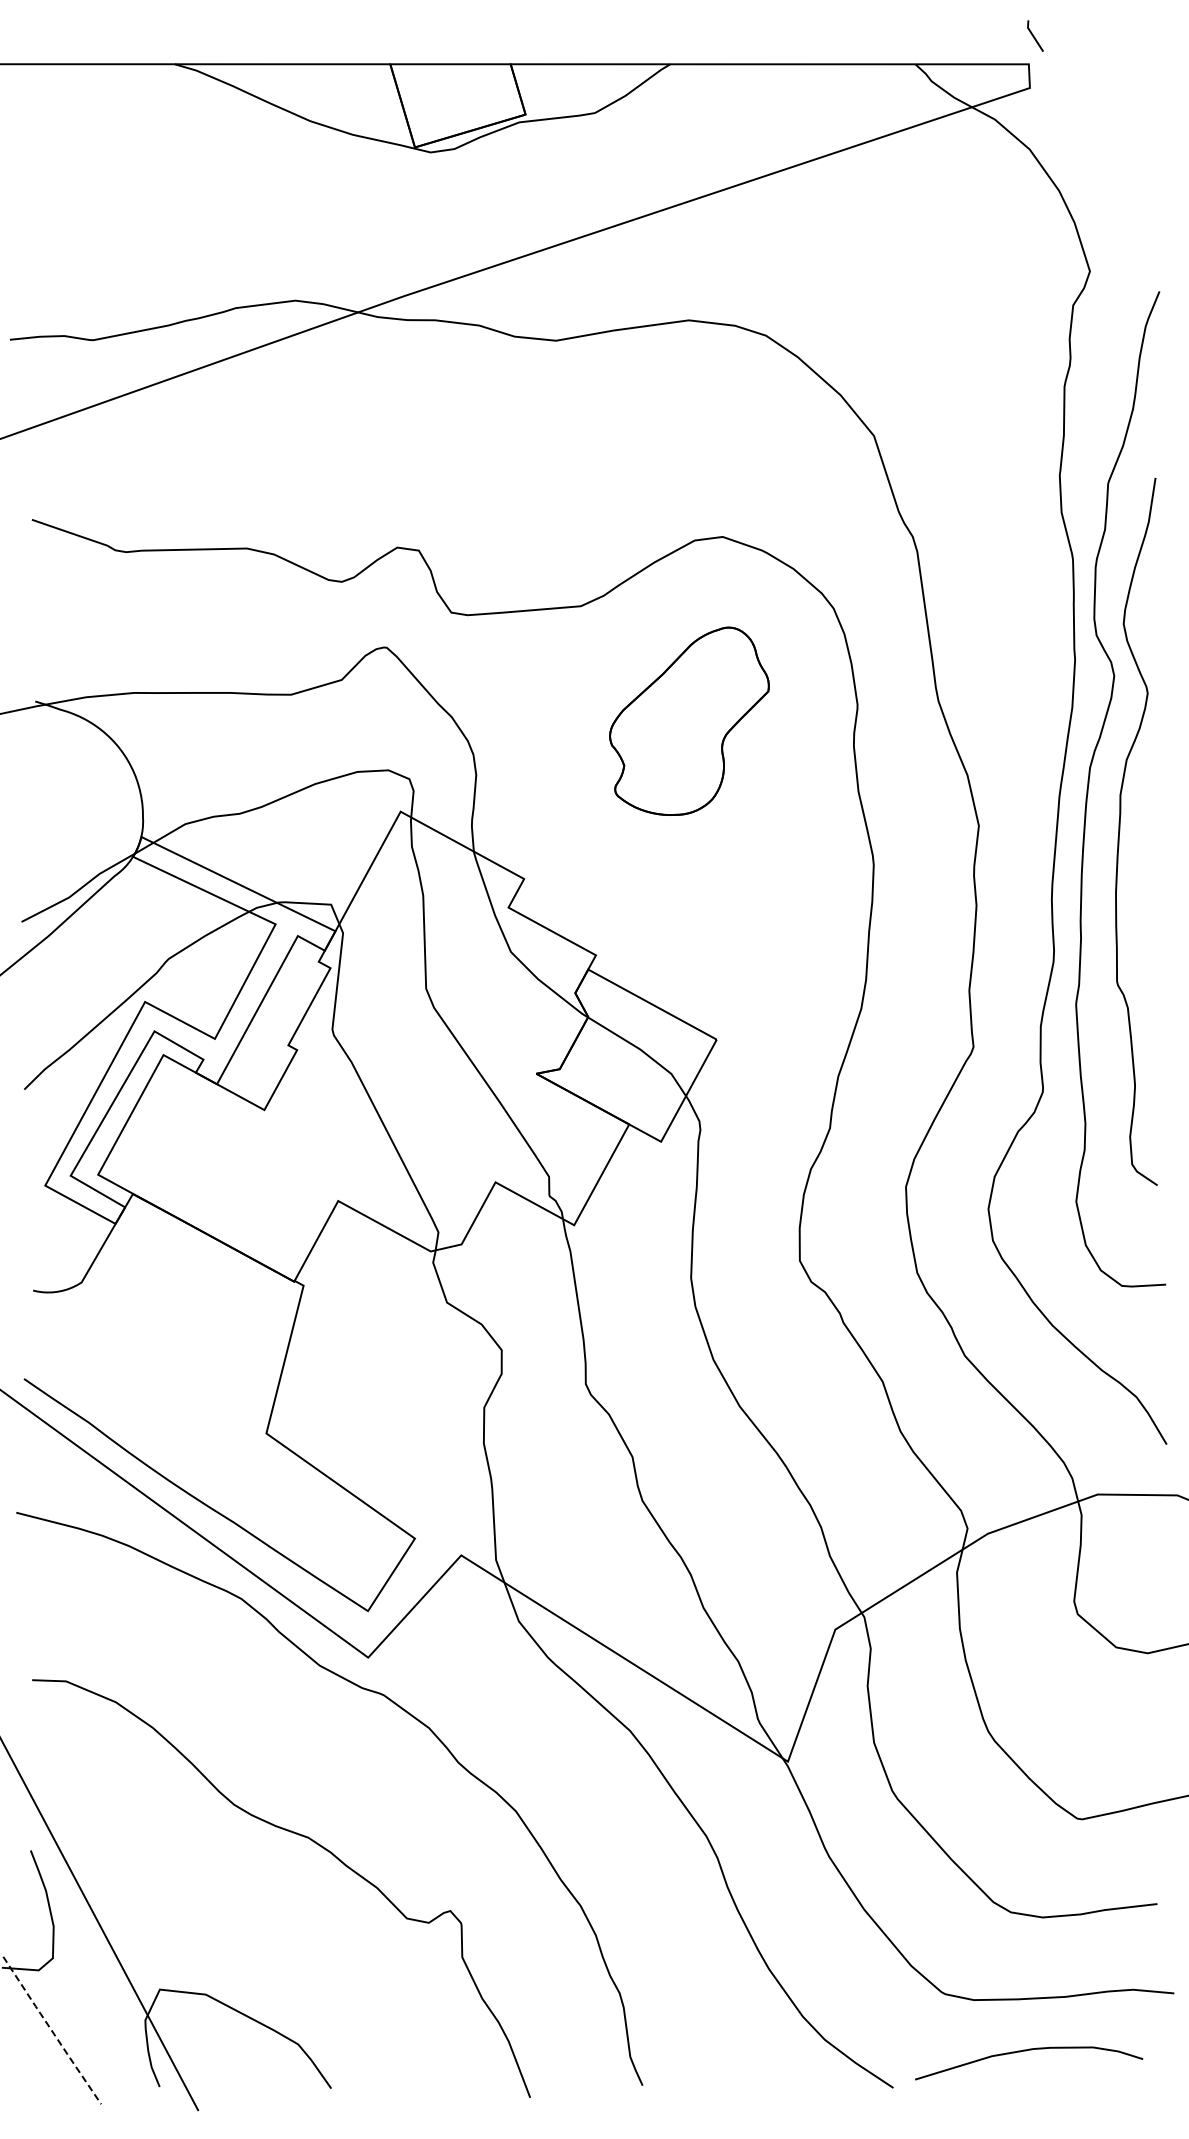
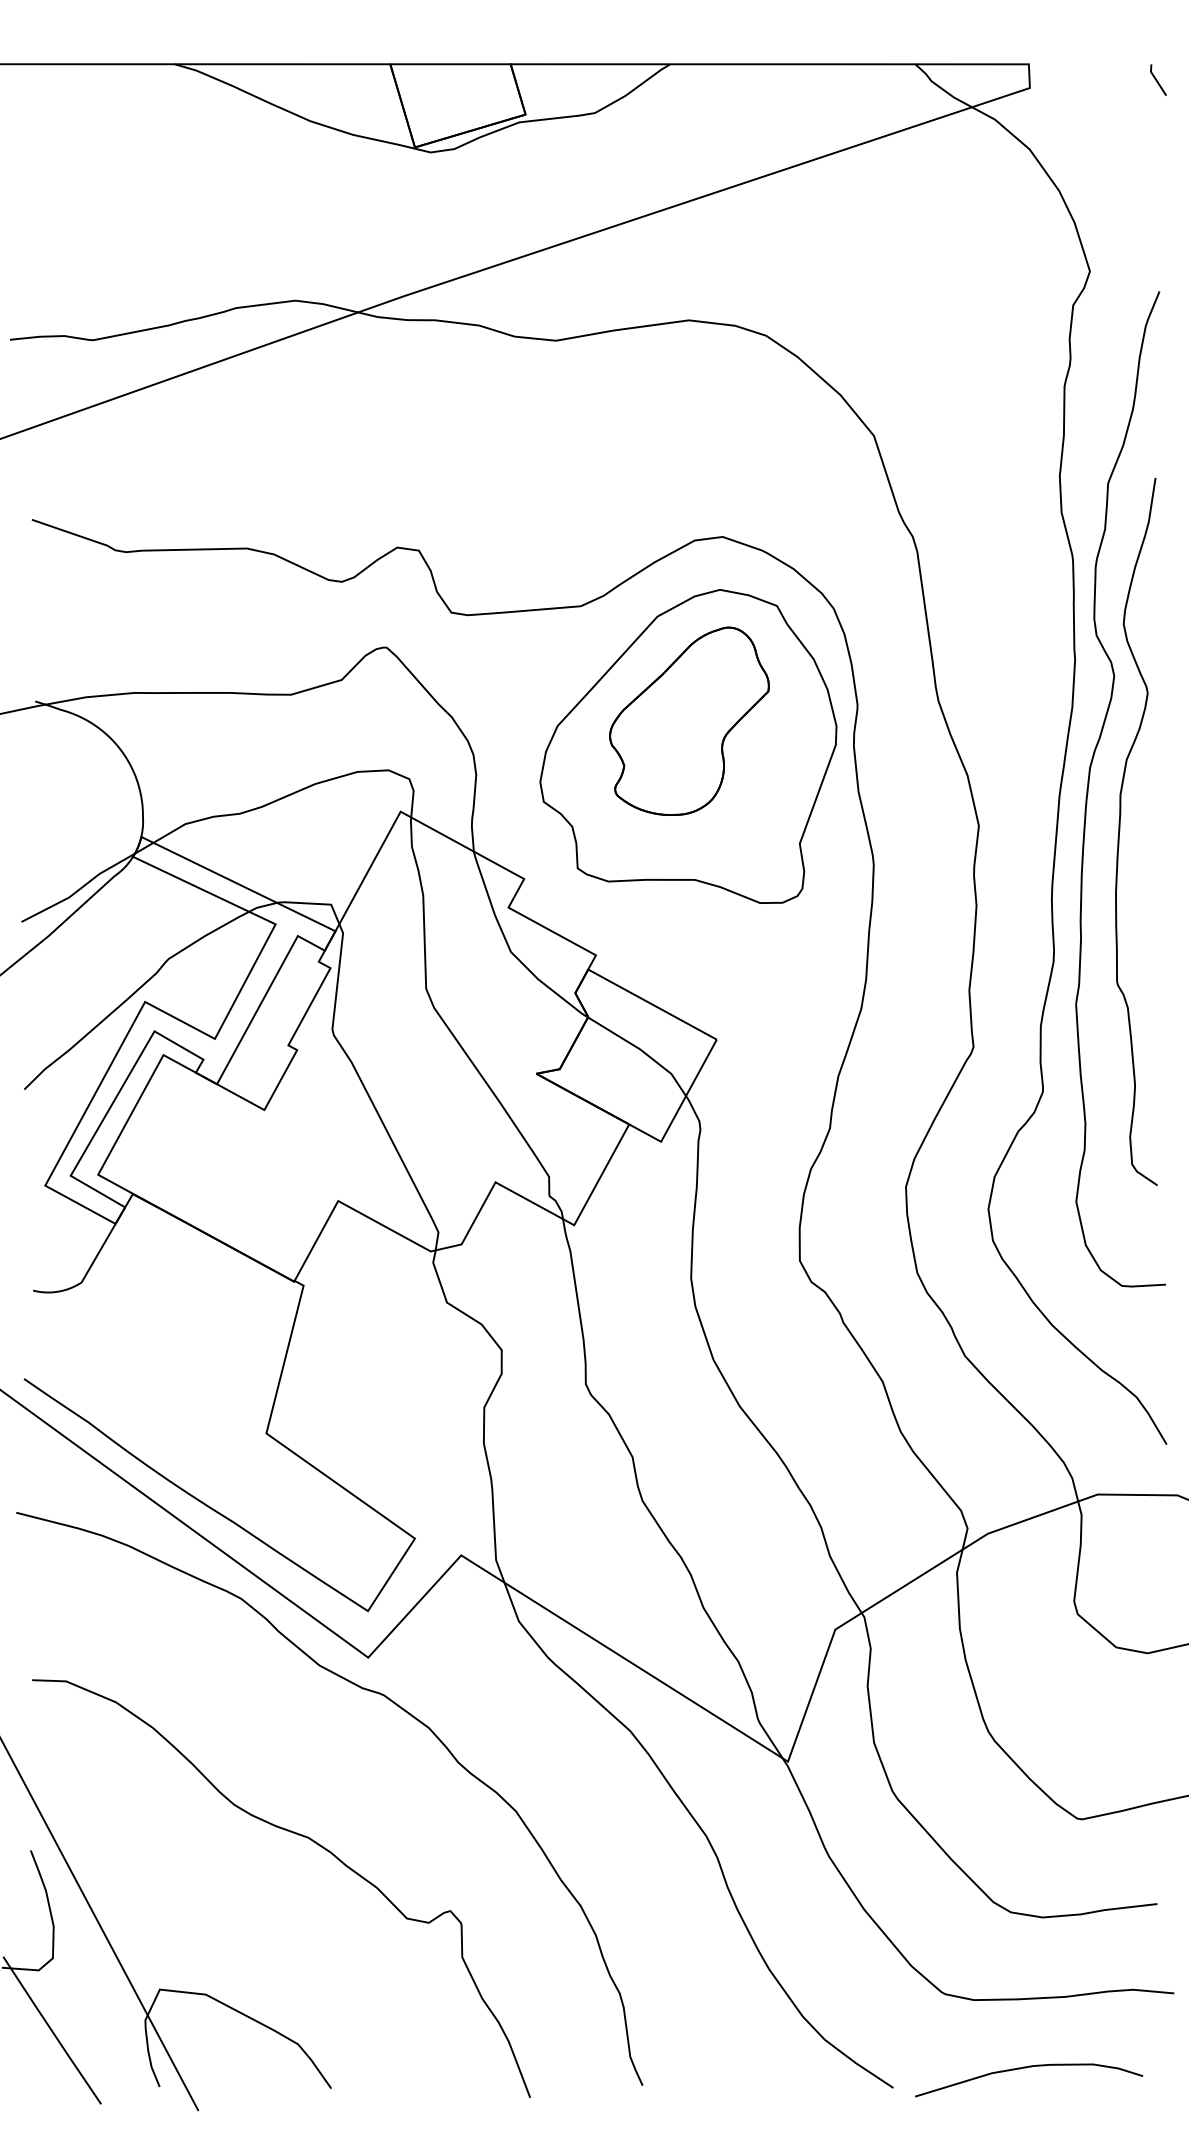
line at (1034, 36) position: (1034, 36) -> (1157, 80)
part at (688, 746): none -> present
line at (52, 2031): dashed -> solid
curve at (1026, 2051) position: (1026, 2051) -> (1026, 2068)
